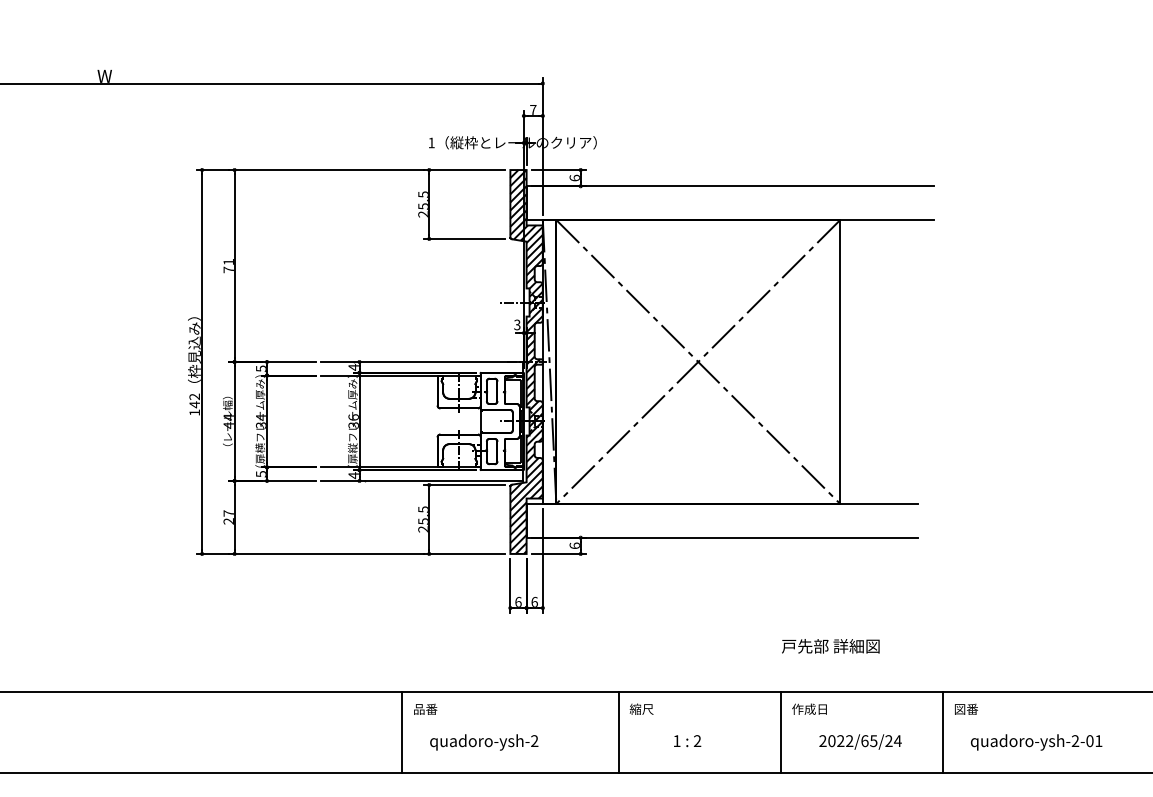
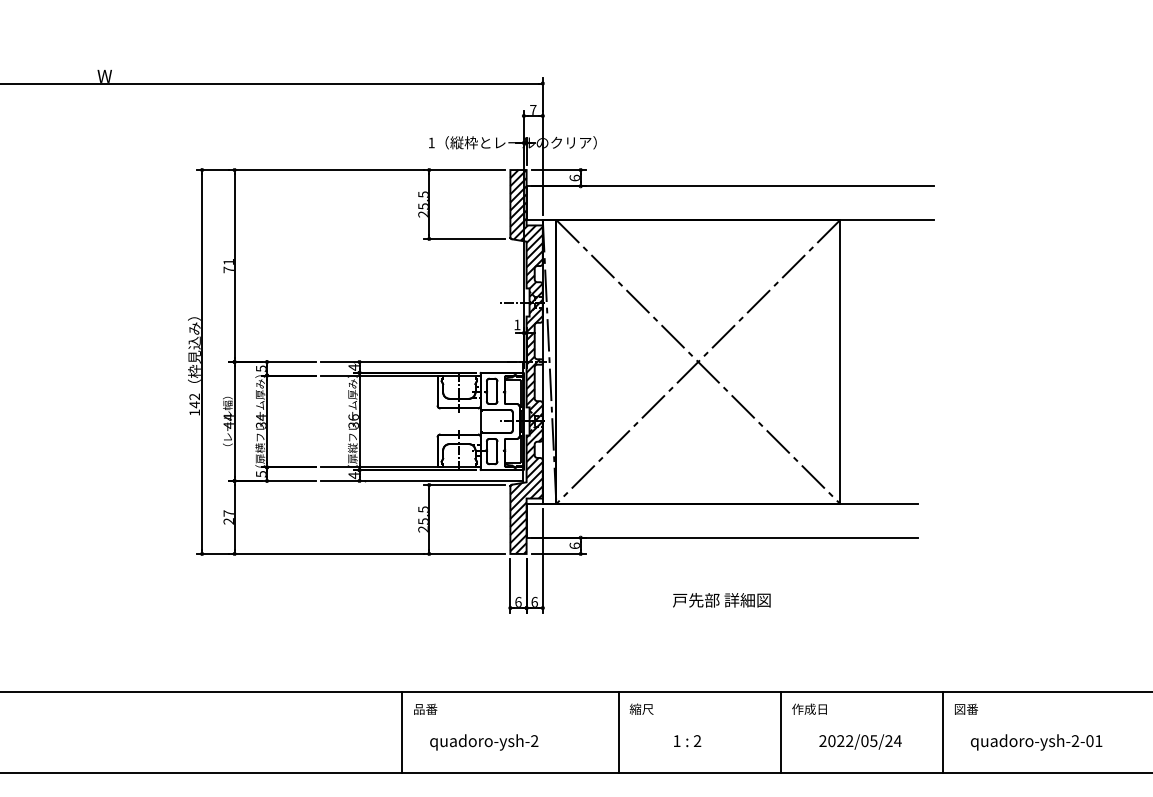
text at (517, 324): 3 -> 1
text at (830, 646) position: (830, 646) -> (721, 600)
text at (864, 740): 2022/65/24 -> 2022/05/24
